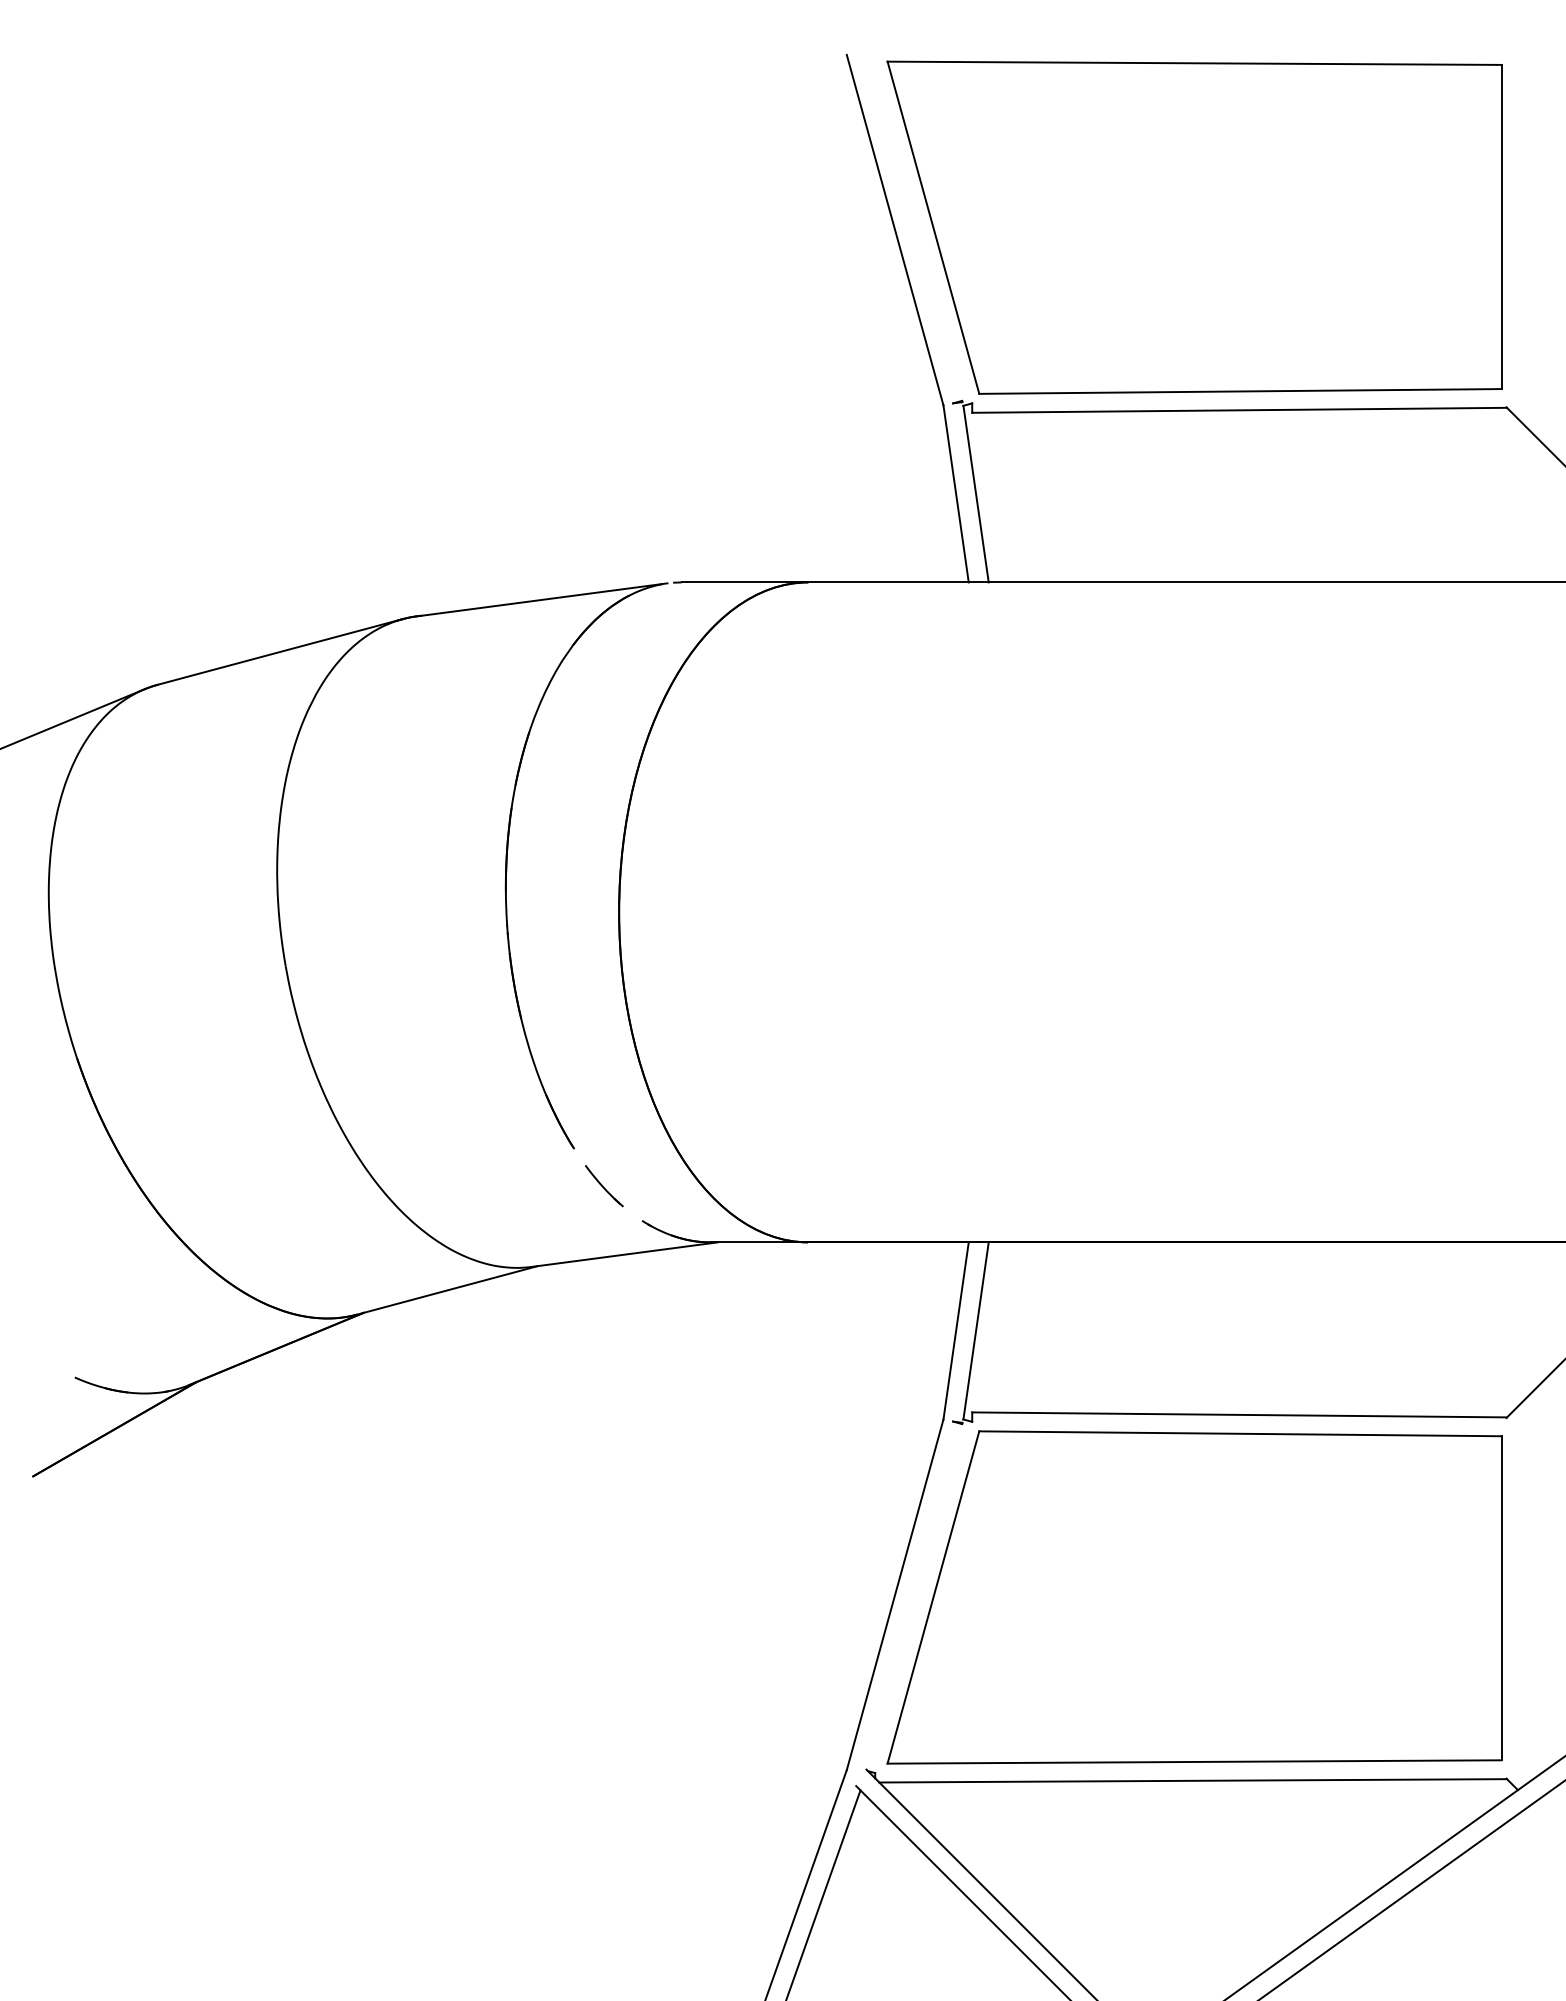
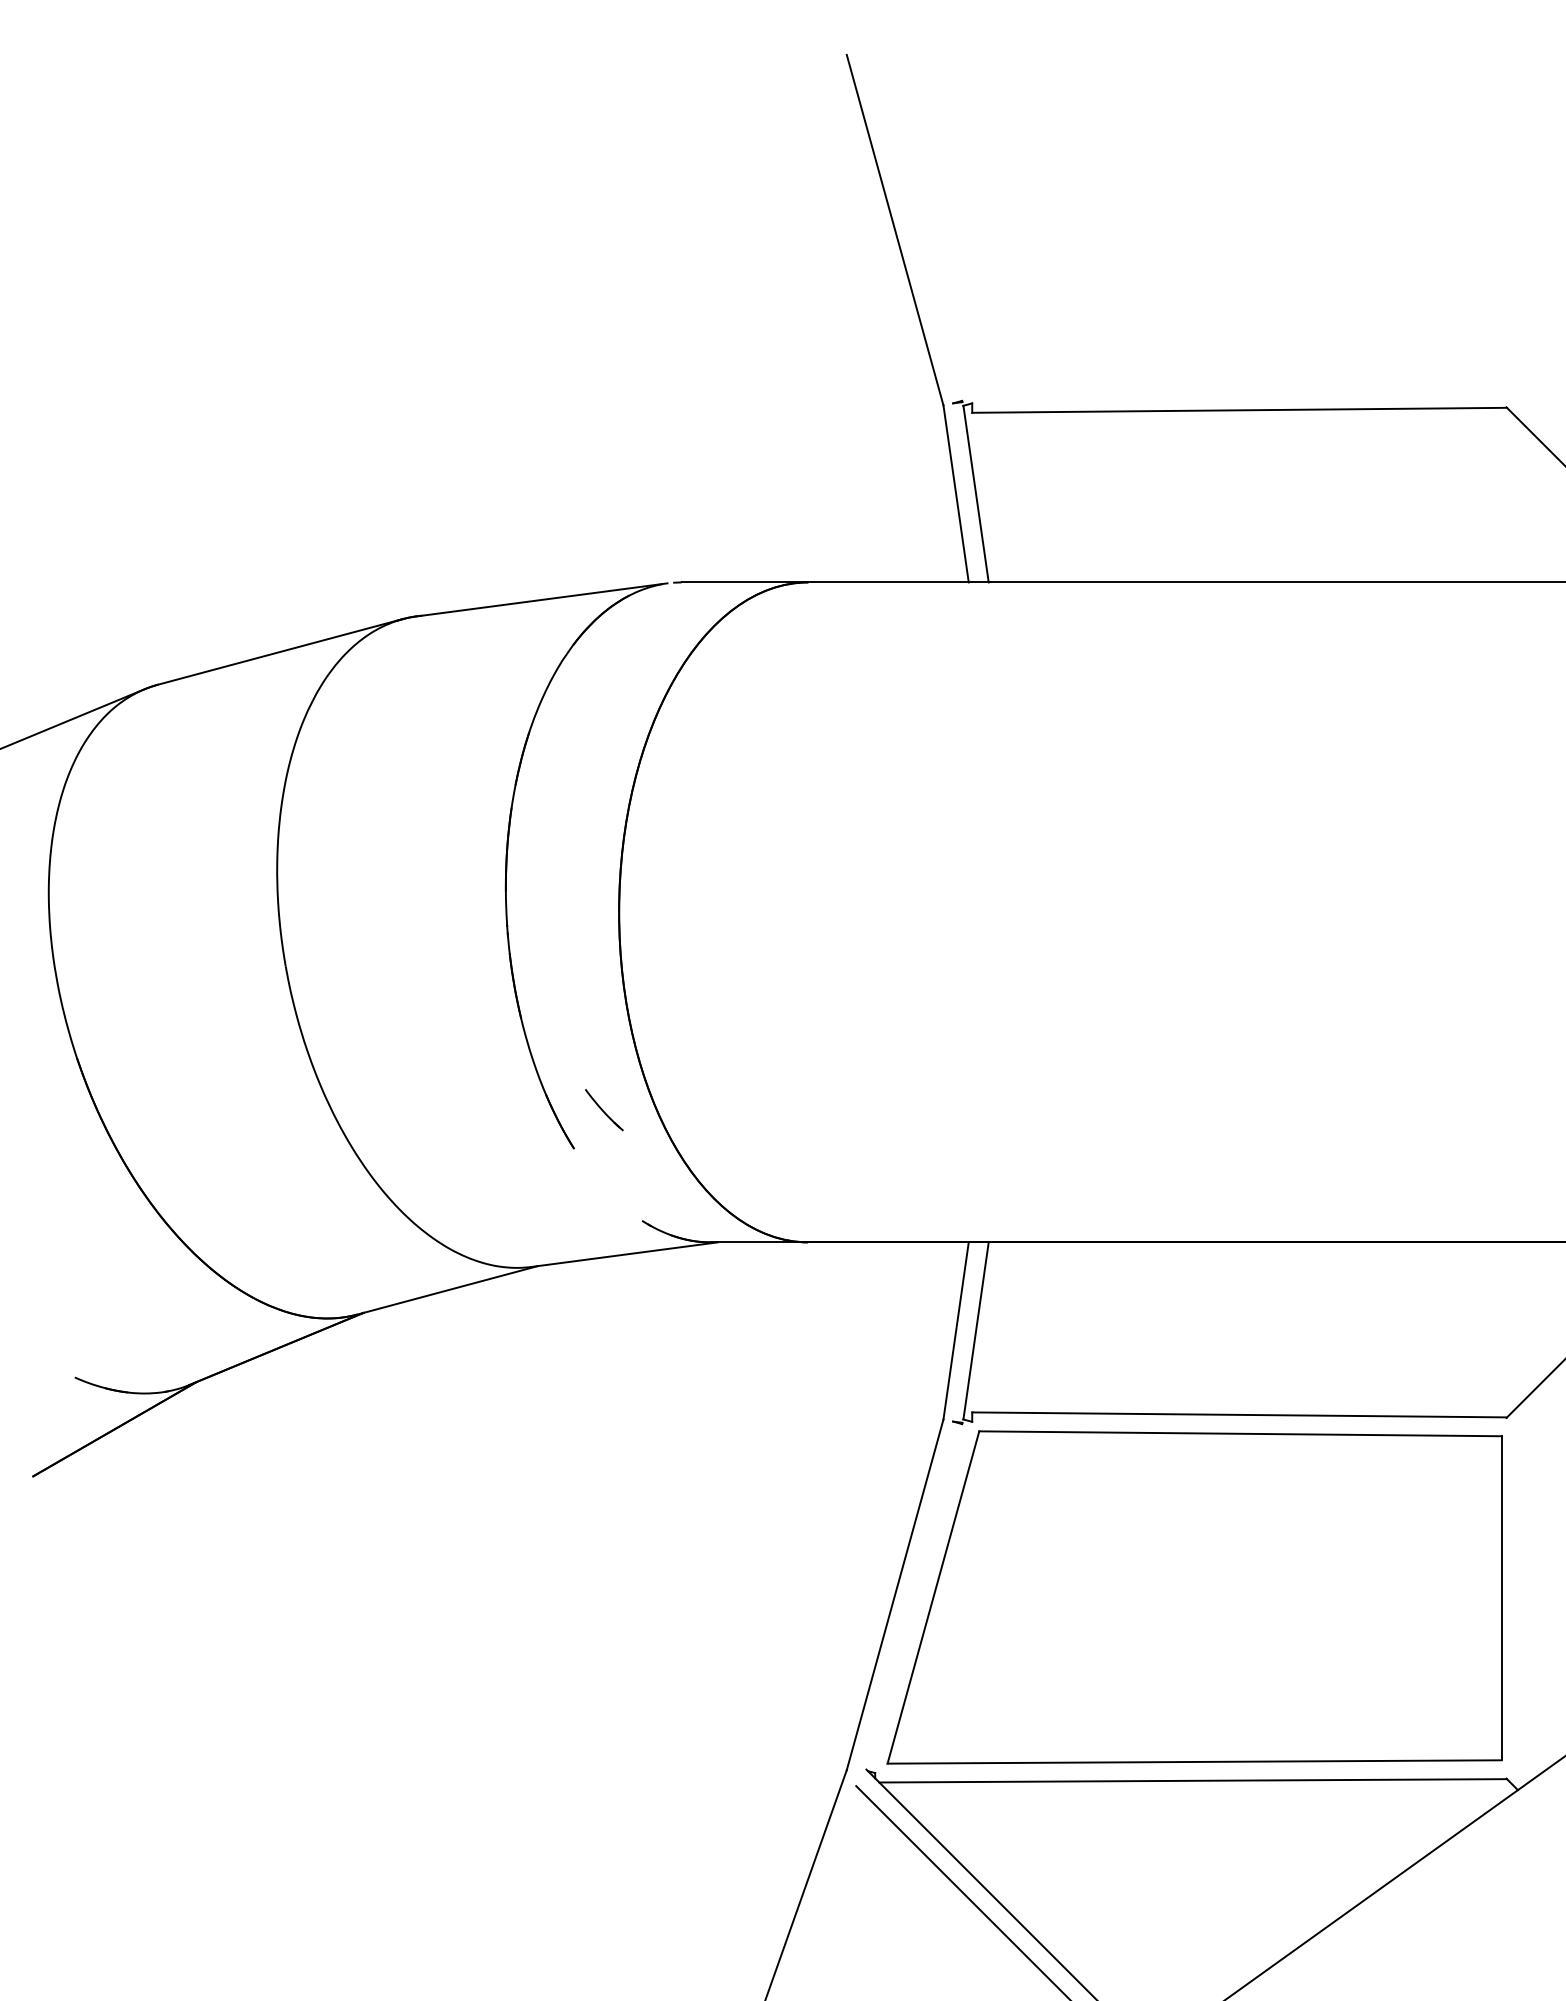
part at (1194, 227): present -> none
part at (604, 1186) position: (604, 1186) -> (604, 1110)
line at (1411, 1889): present -> none
line at (823, 1893): present -> none
